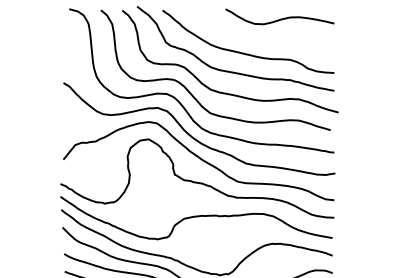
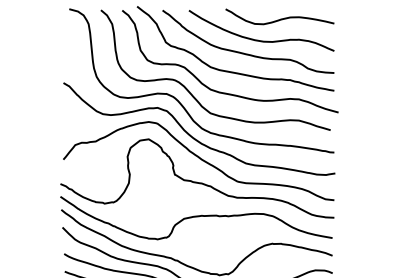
curve at (258, 39): none -> present
